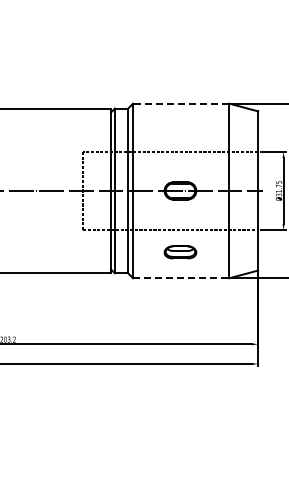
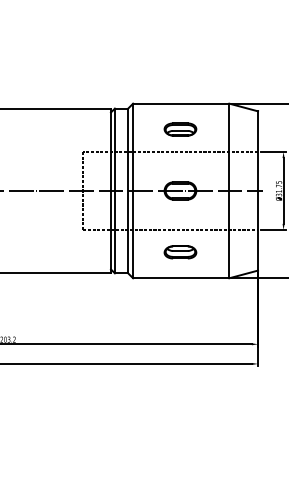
line at (180, 103): dashed -> solid
part at (180, 129): none -> present
line at (181, 278): dashed -> solid
